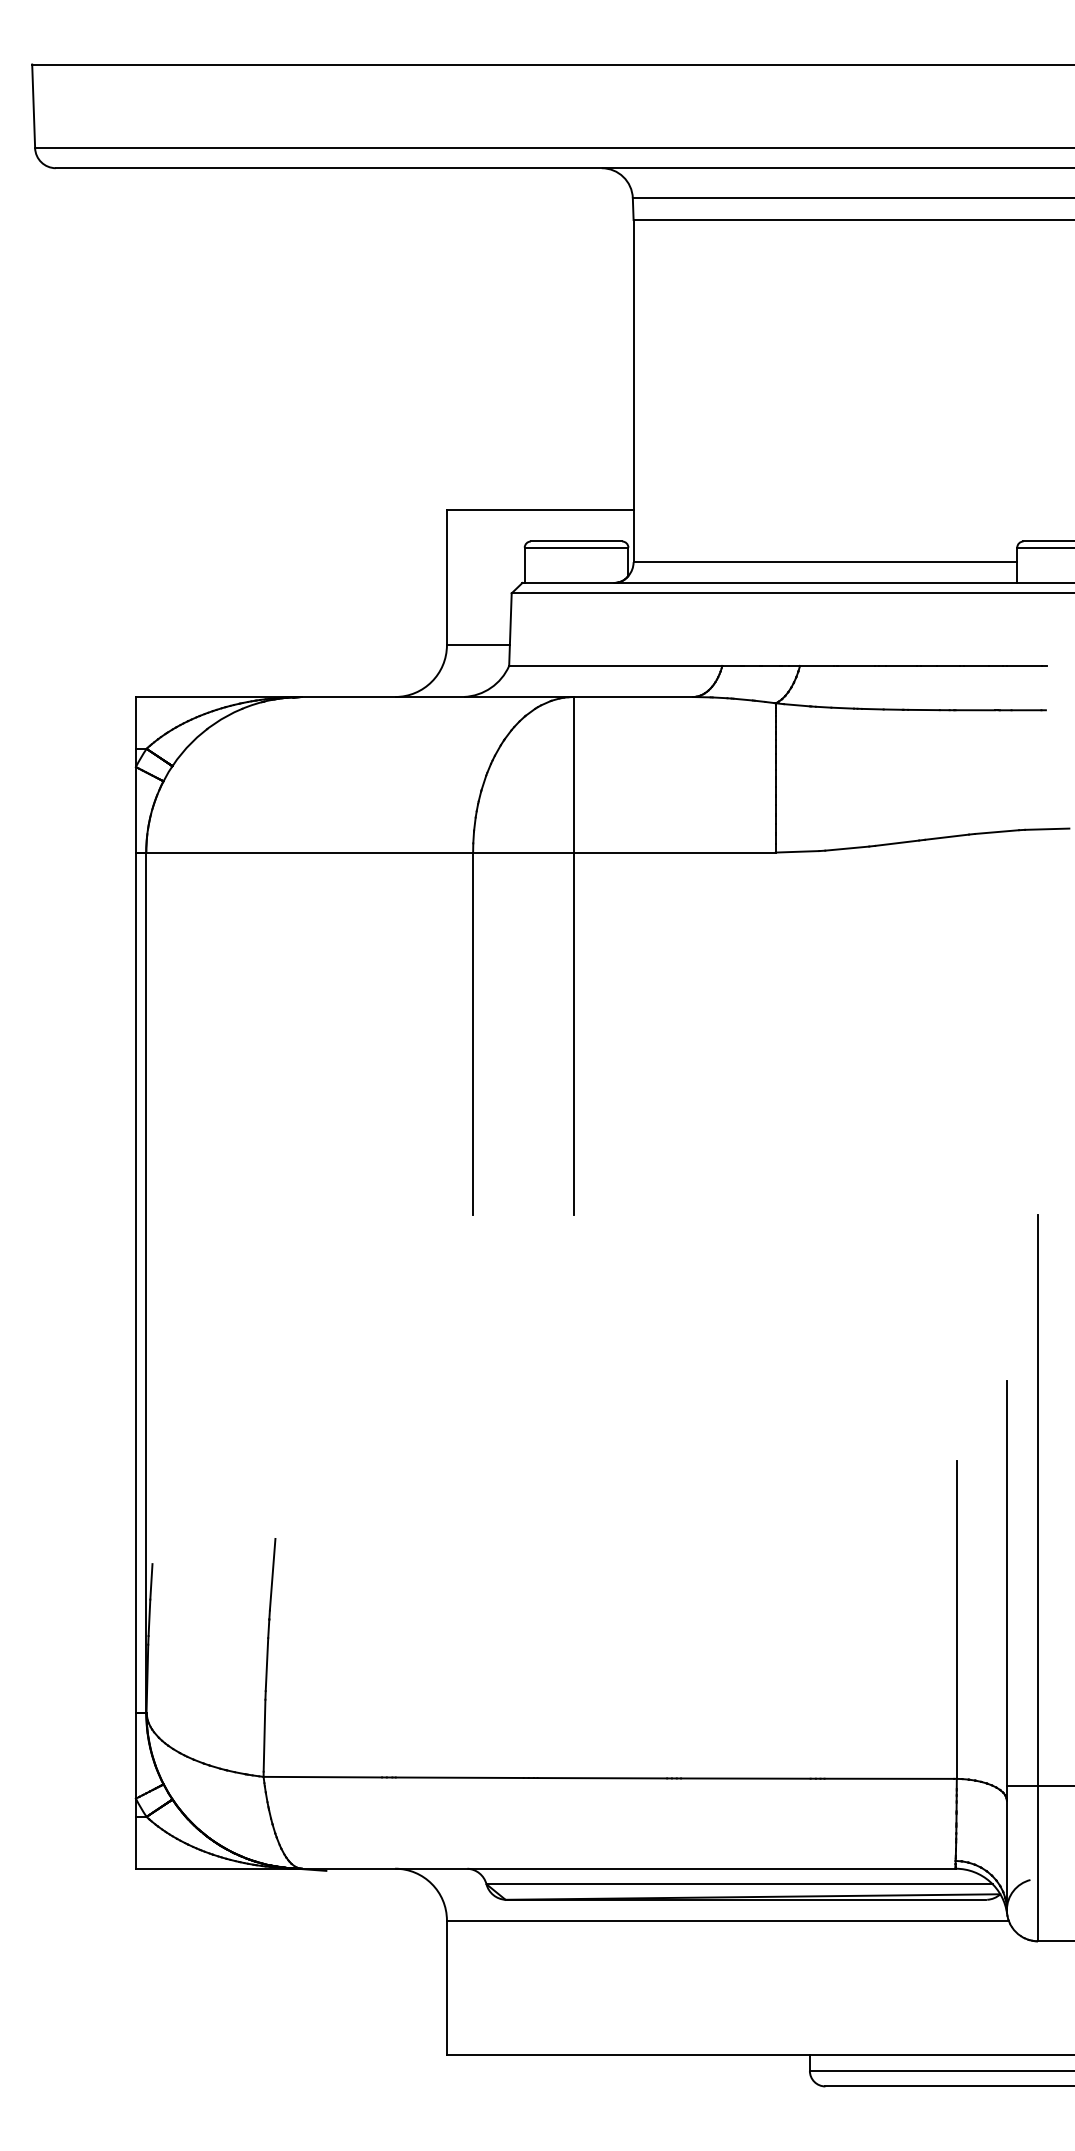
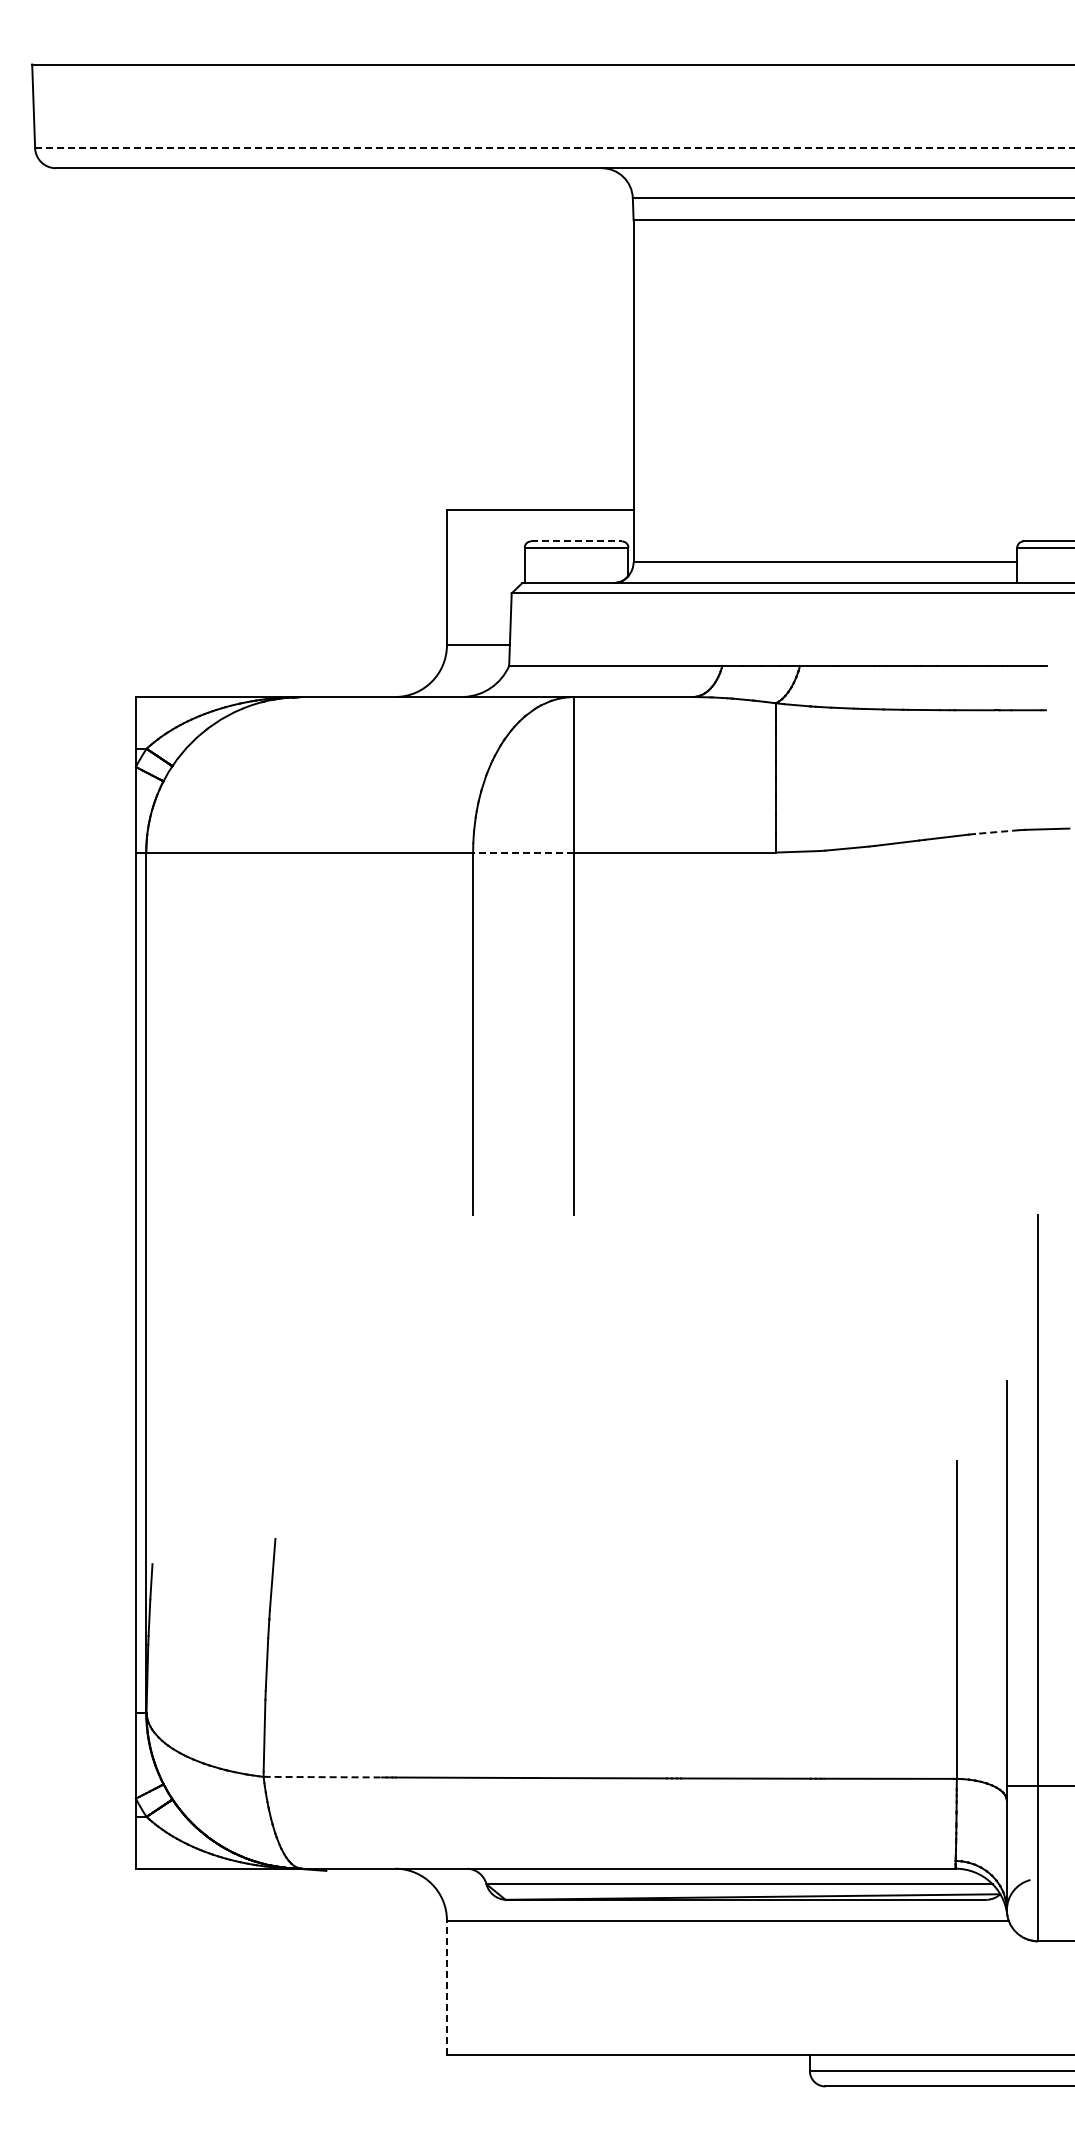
line at (555, 148): solid -> dashed
line at (576, 541): solid -> dashed
line at (996, 832): solid -> dashed
line at (522, 852): solid -> dashed
line at (323, 1777): solid -> dashed
line at (446, 1987): solid -> dashed
